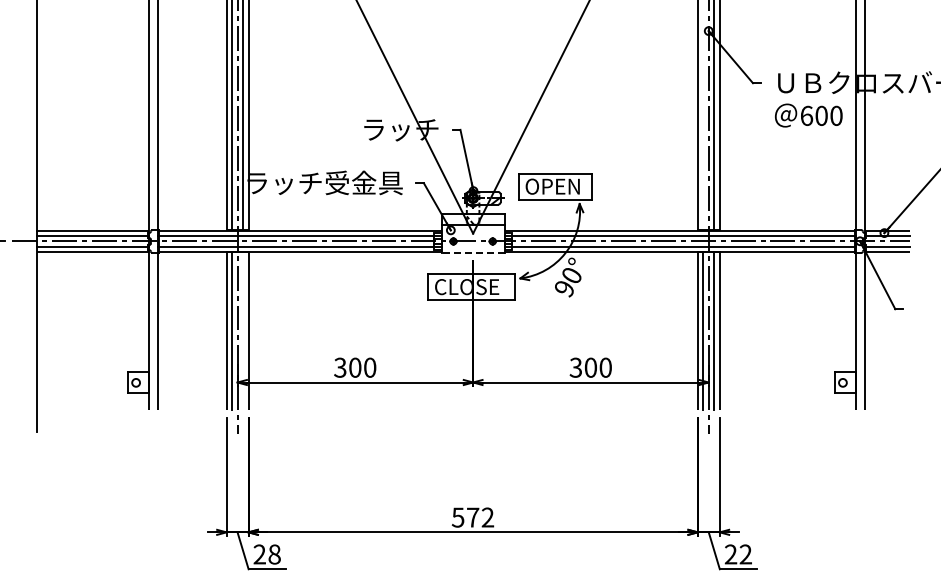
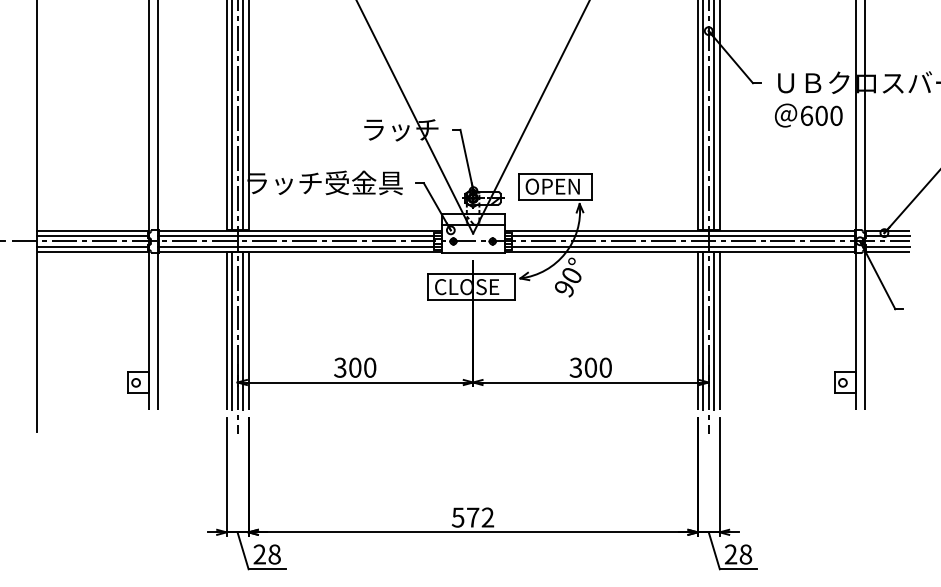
line at (703, 116): none -> present
line at (472, 253): dashed -> solid
line at (243, 330): none -> present
text at (745, 554): 22 -> 28
